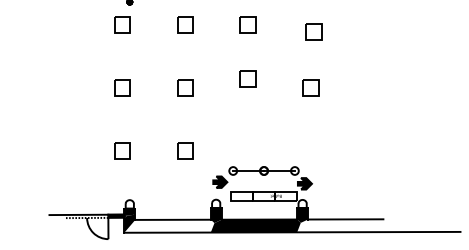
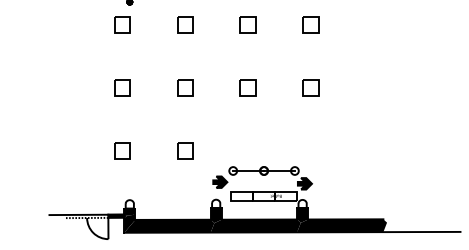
part at (313, 31) position: (313, 31) -> (310, 24)
part at (247, 78) position: (247, 78) -> (247, 87)
fill at (169, 225): none -> present
fill at (342, 225): none -> present
